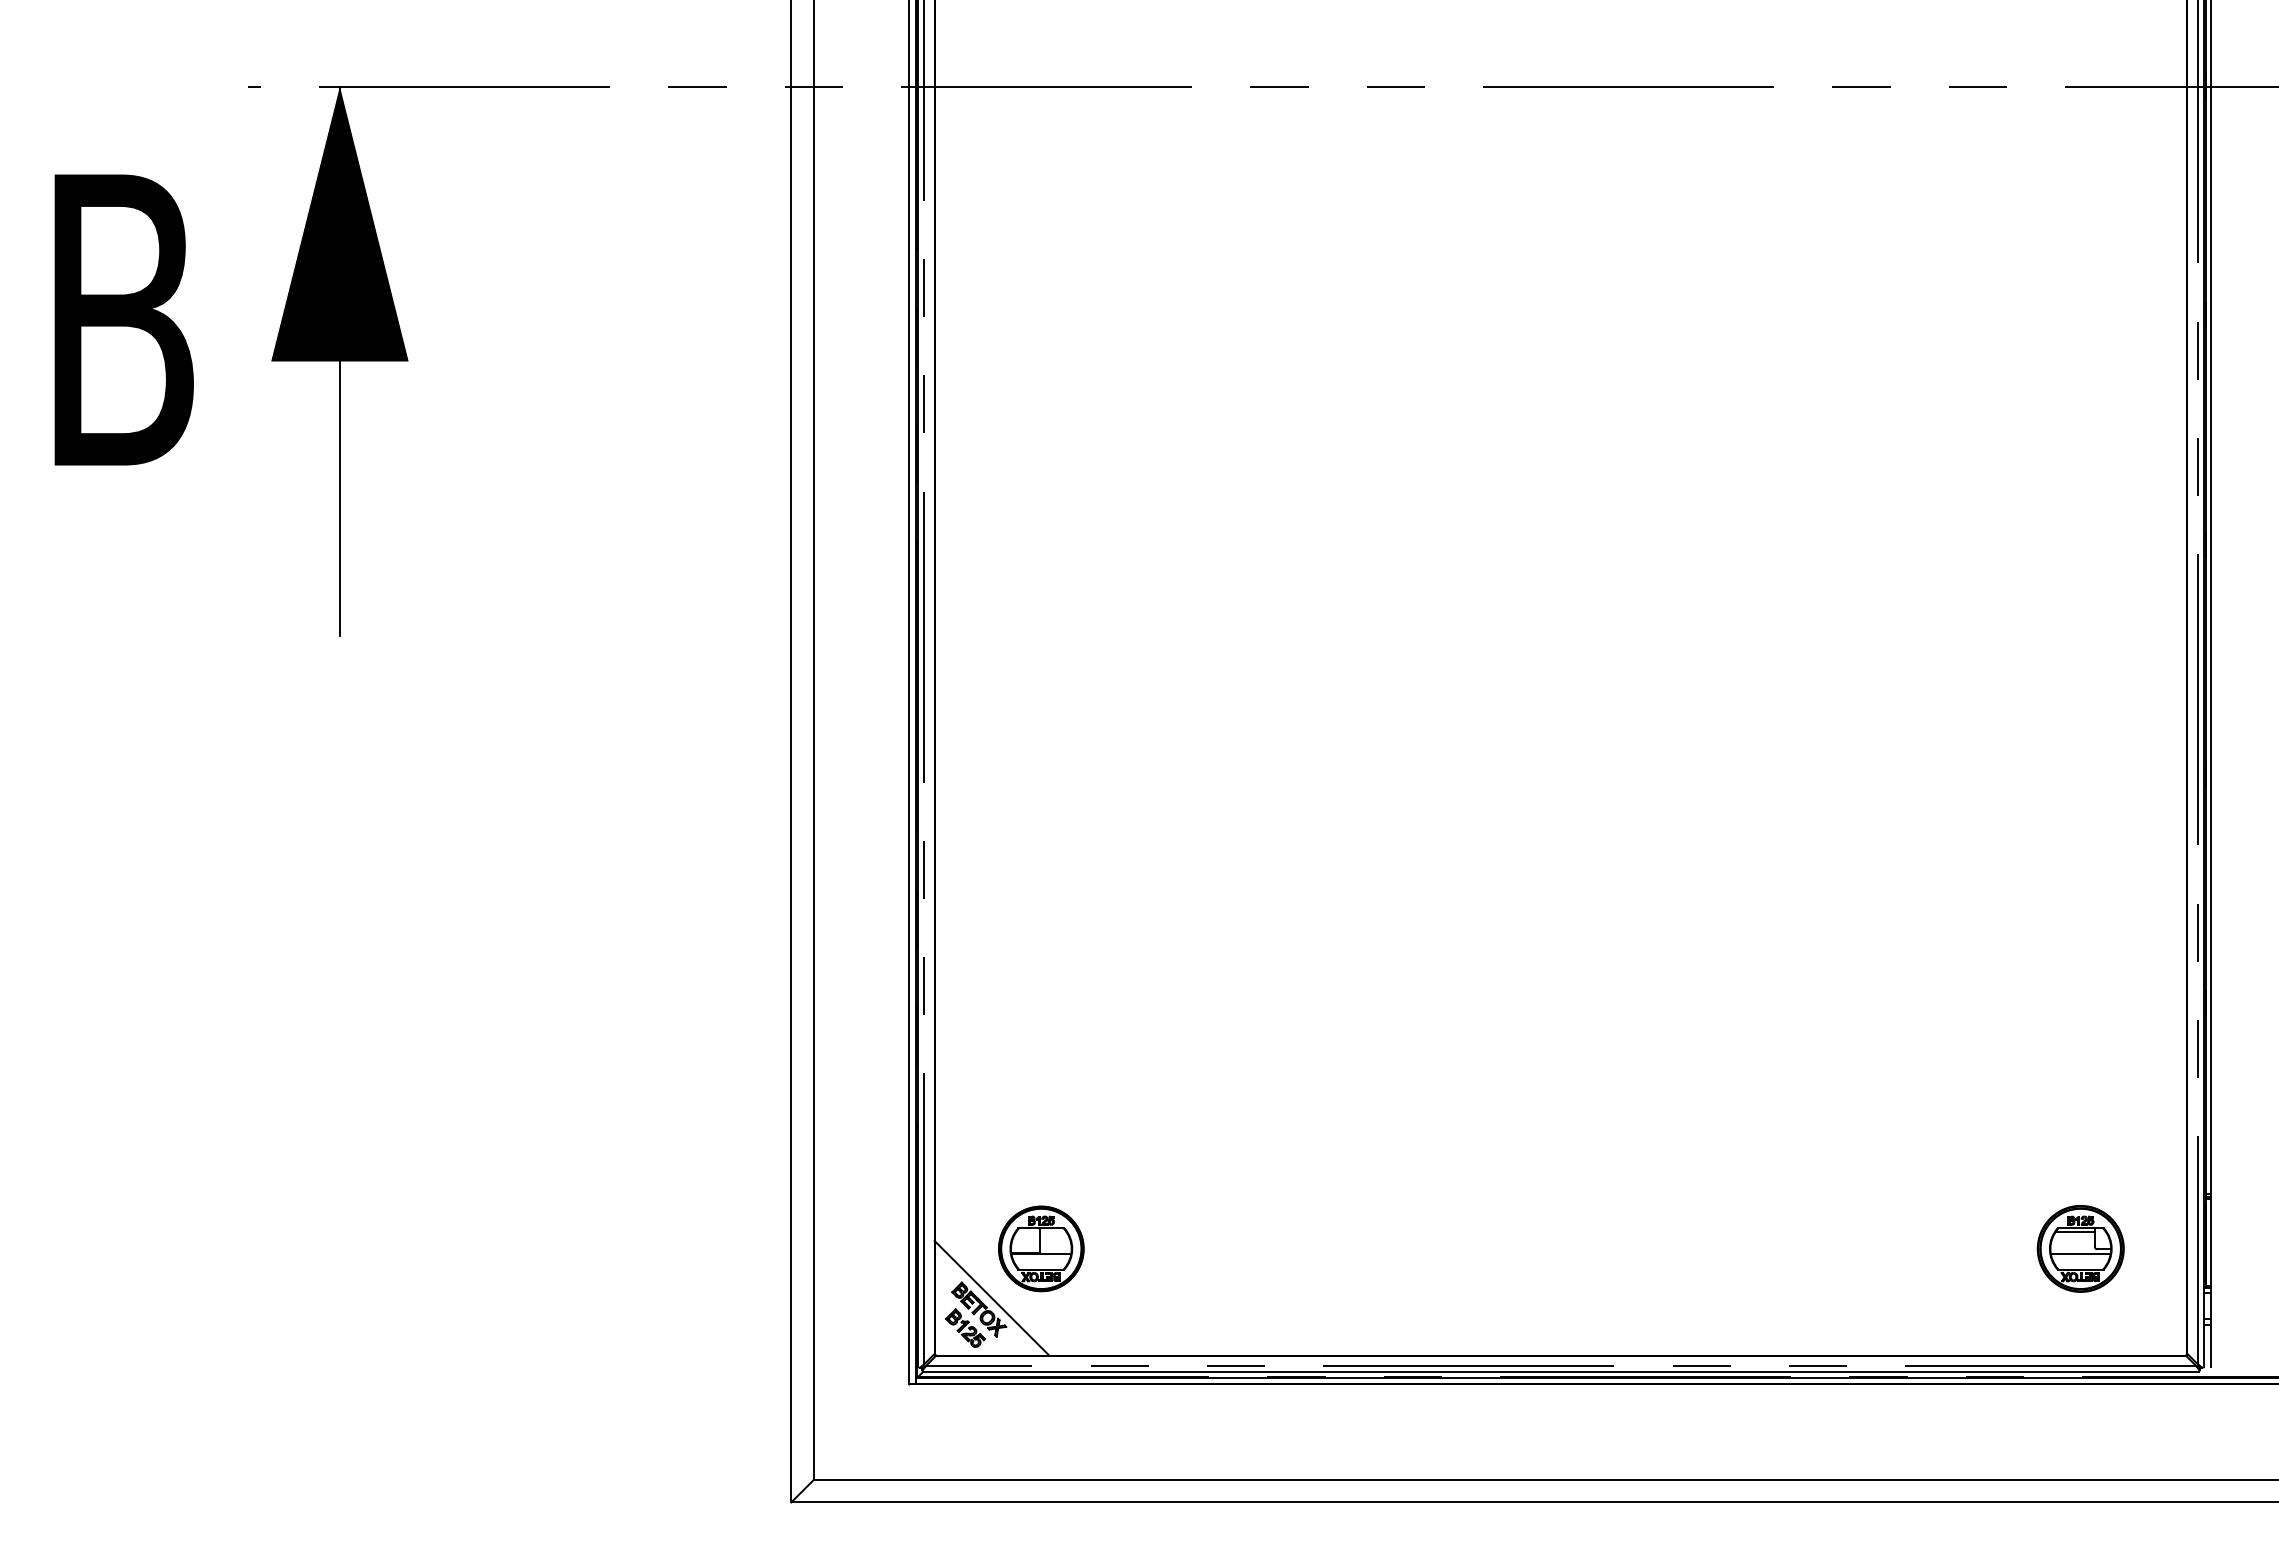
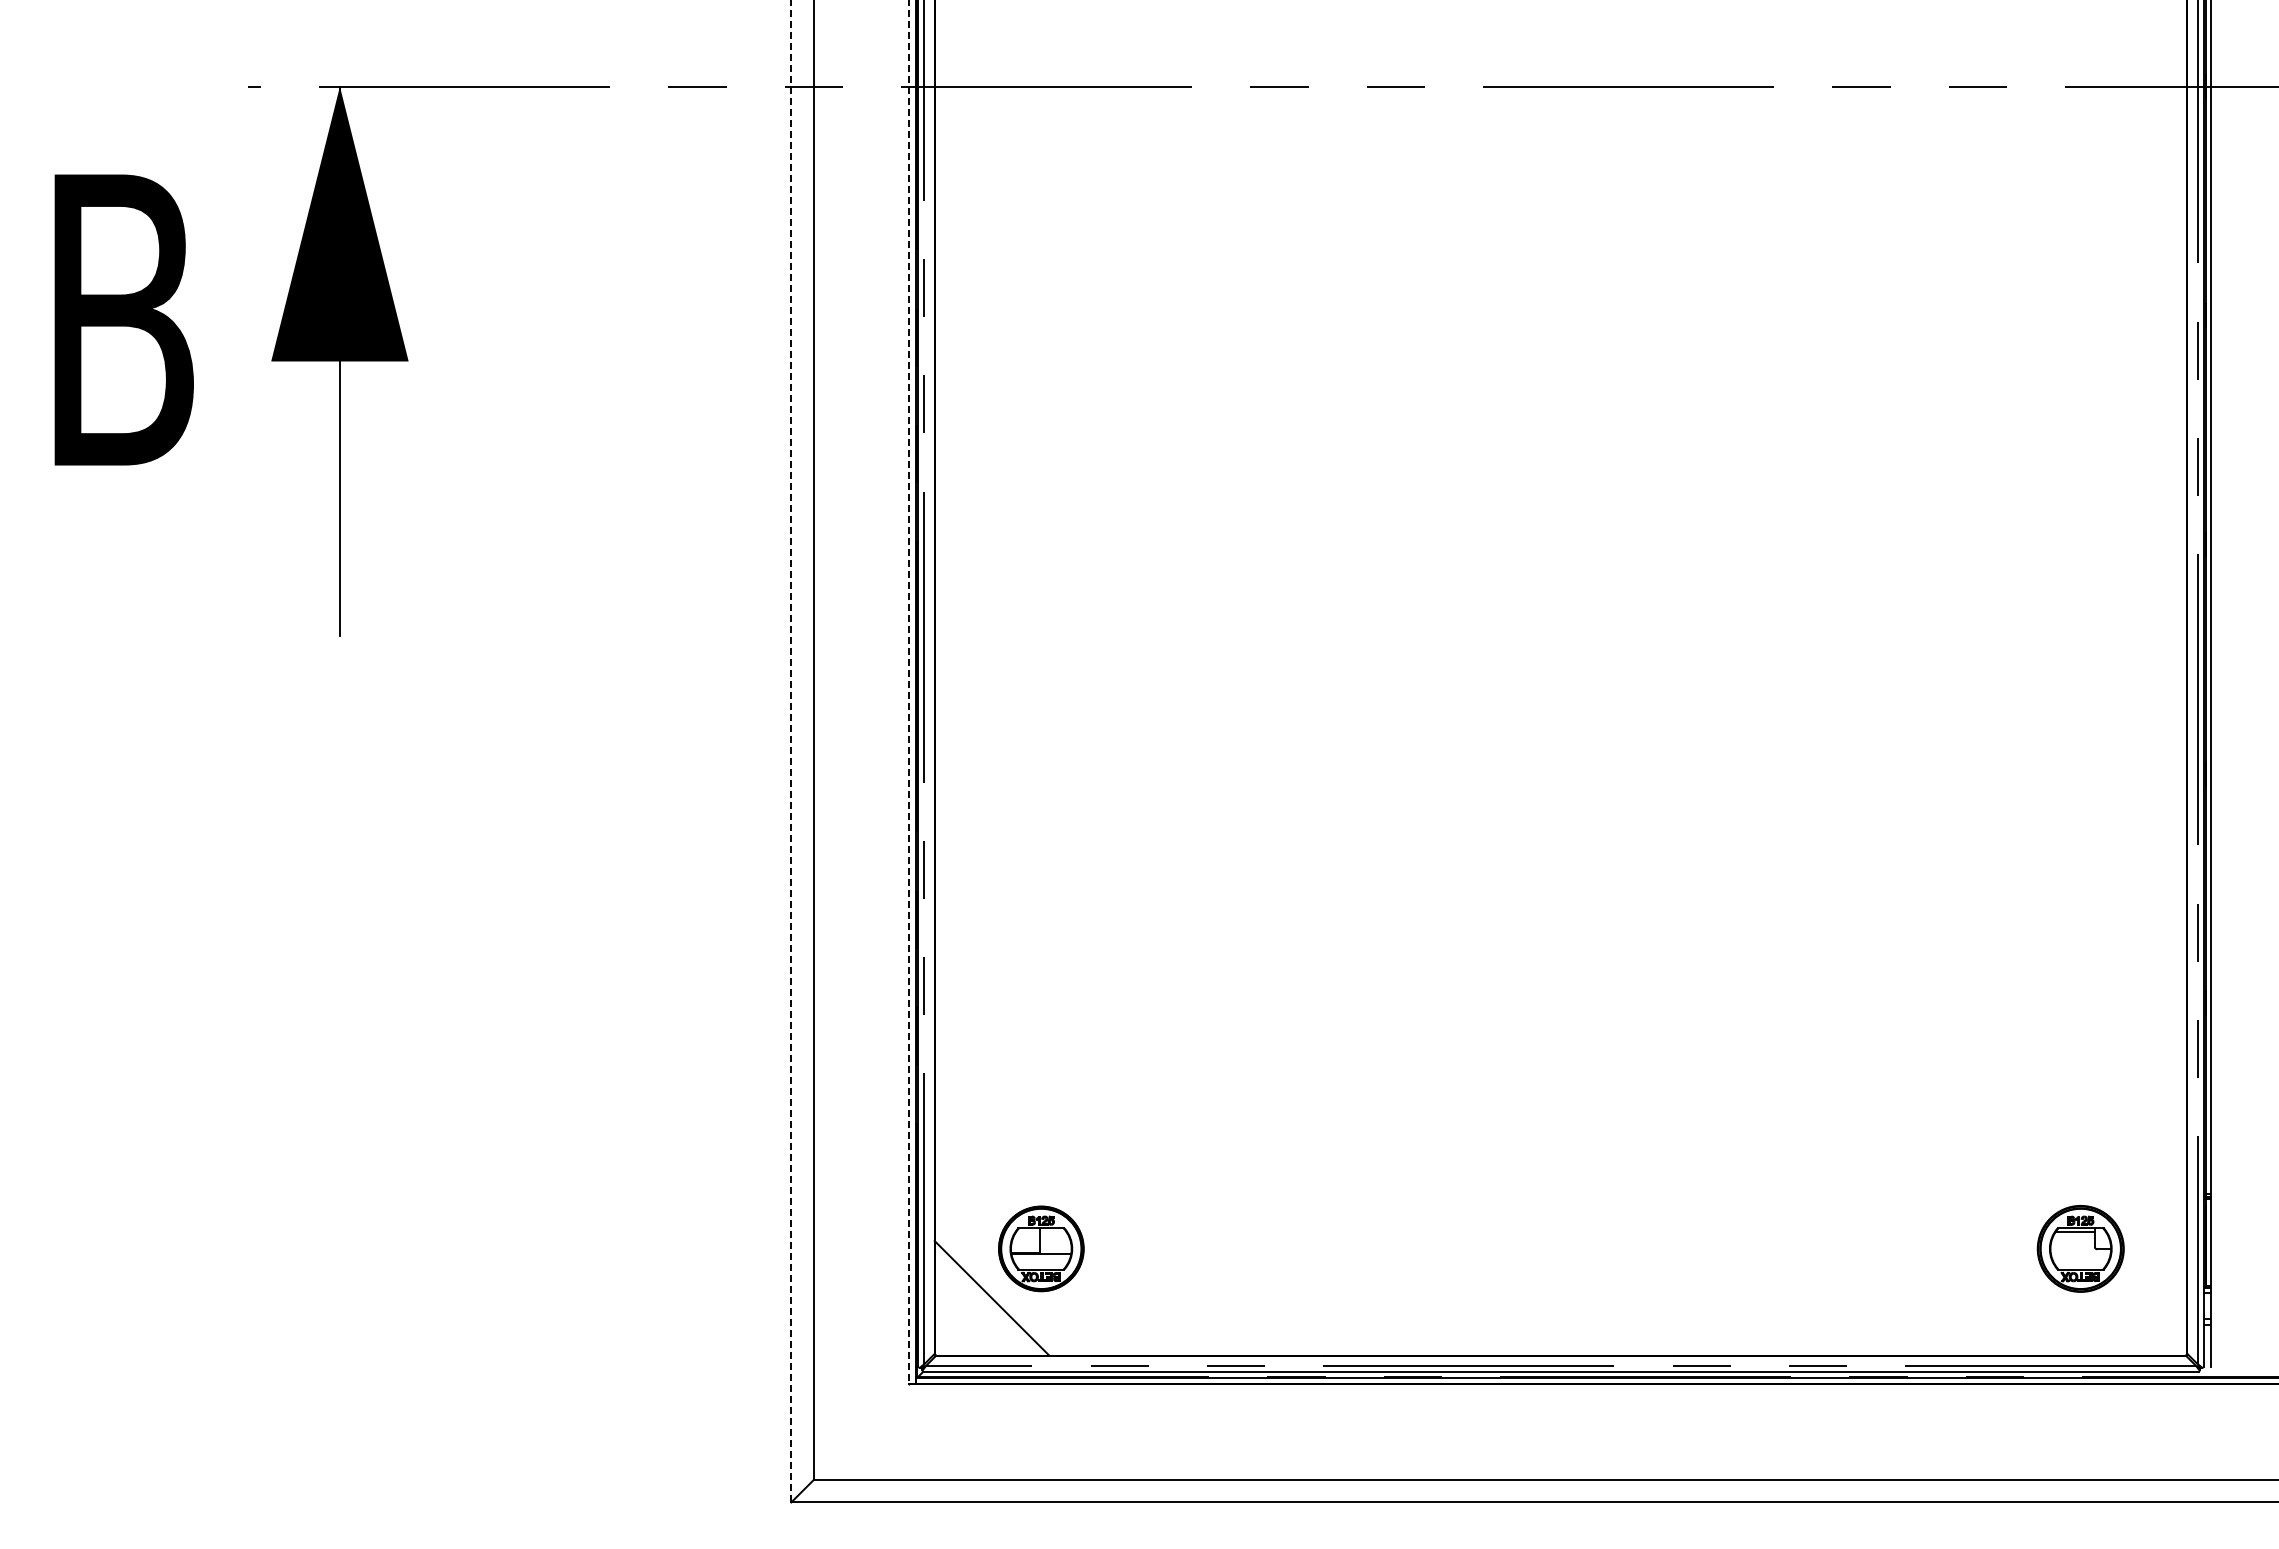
line at (909, 692): solid -> dashed
line at (791, 751): solid -> dashed
line at (2080, 1253): present -> none
part at (976, 1314): present -> none
